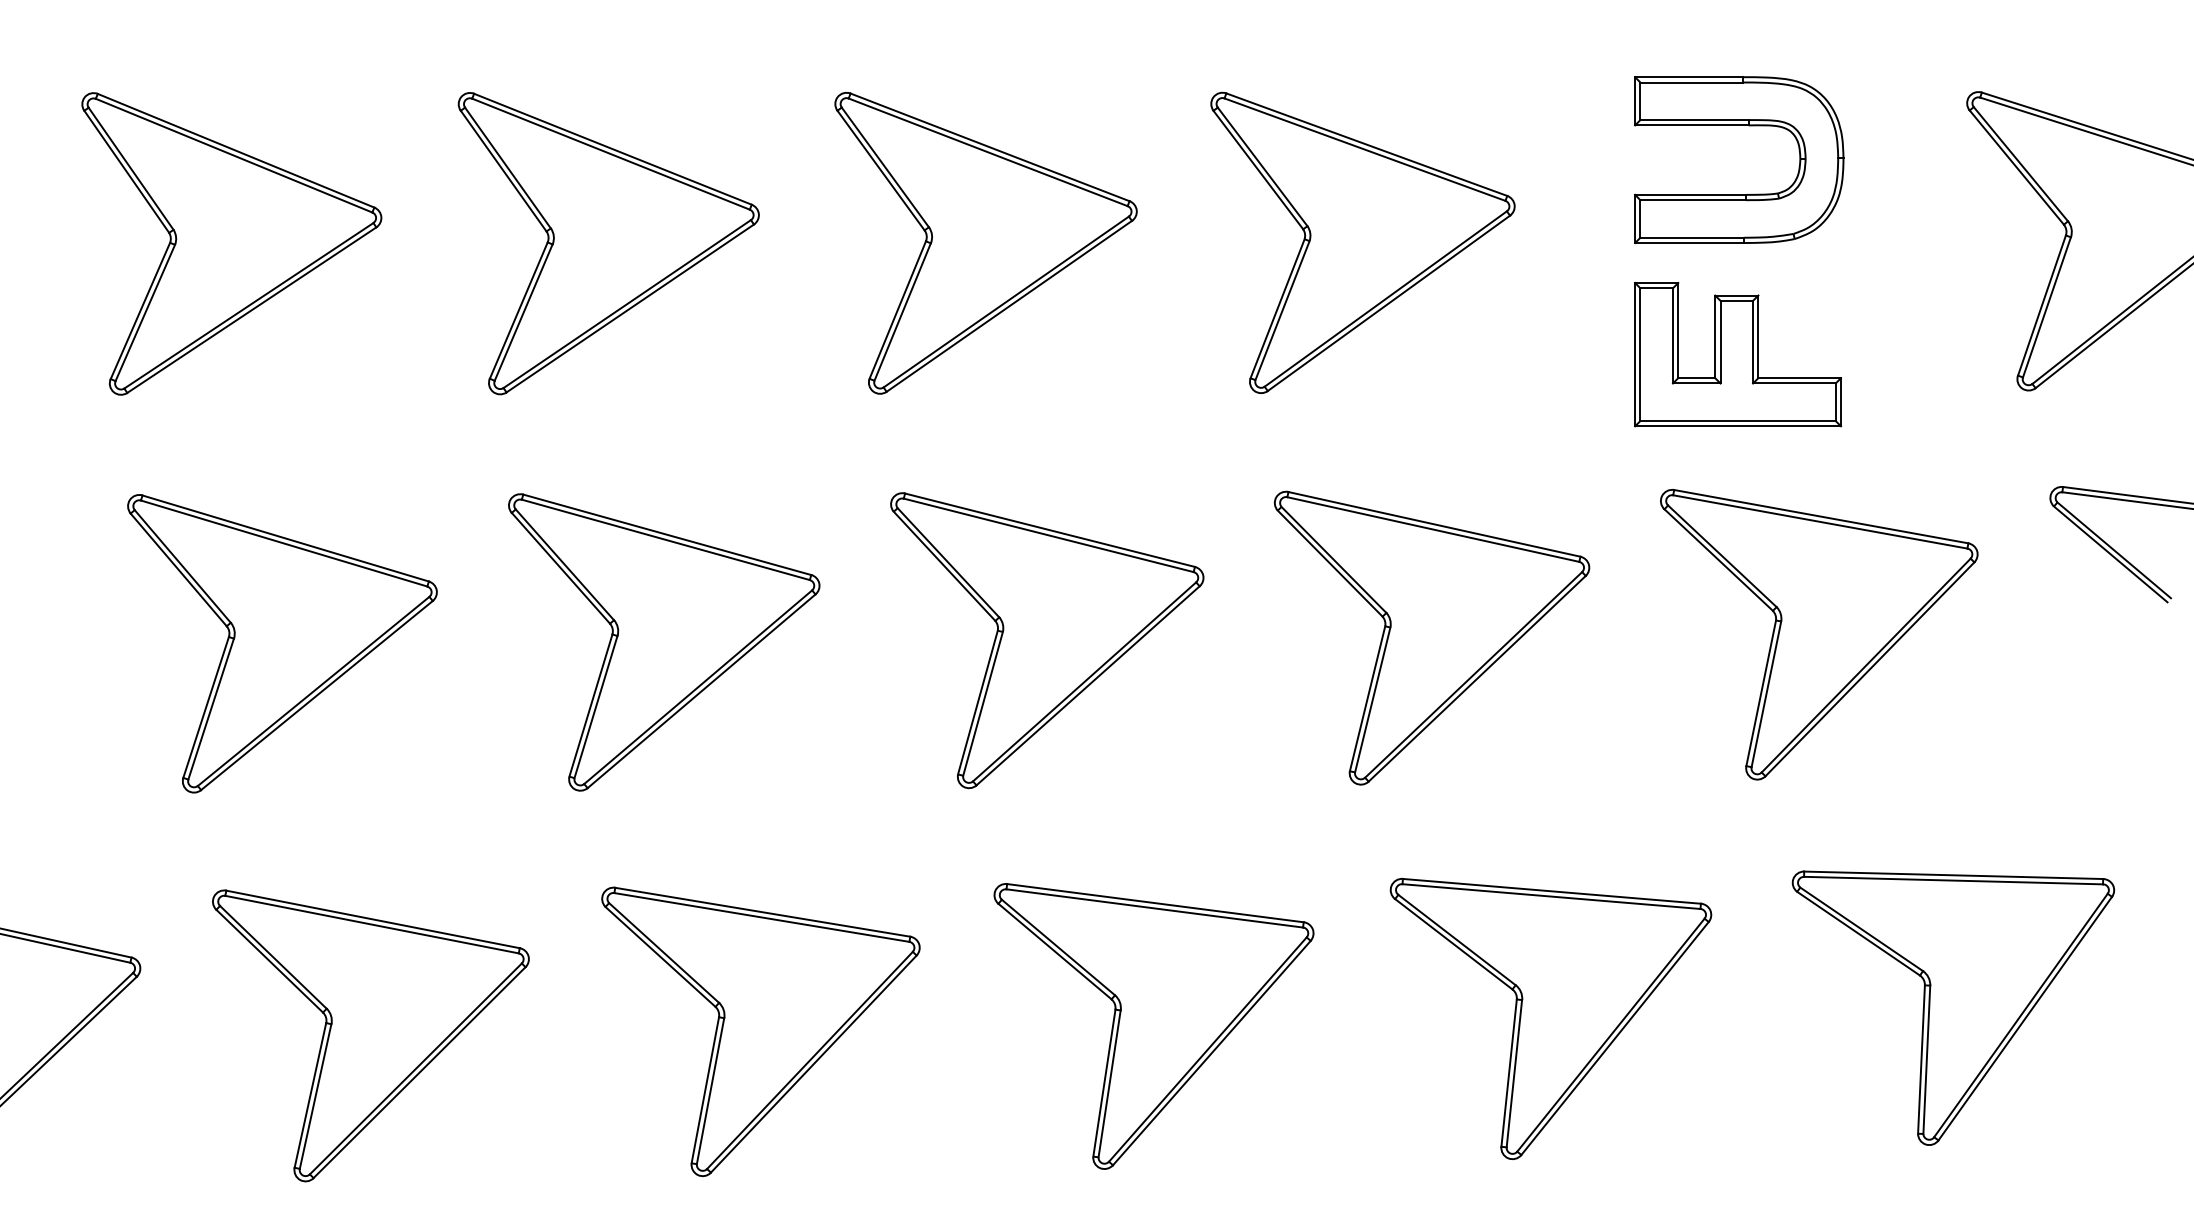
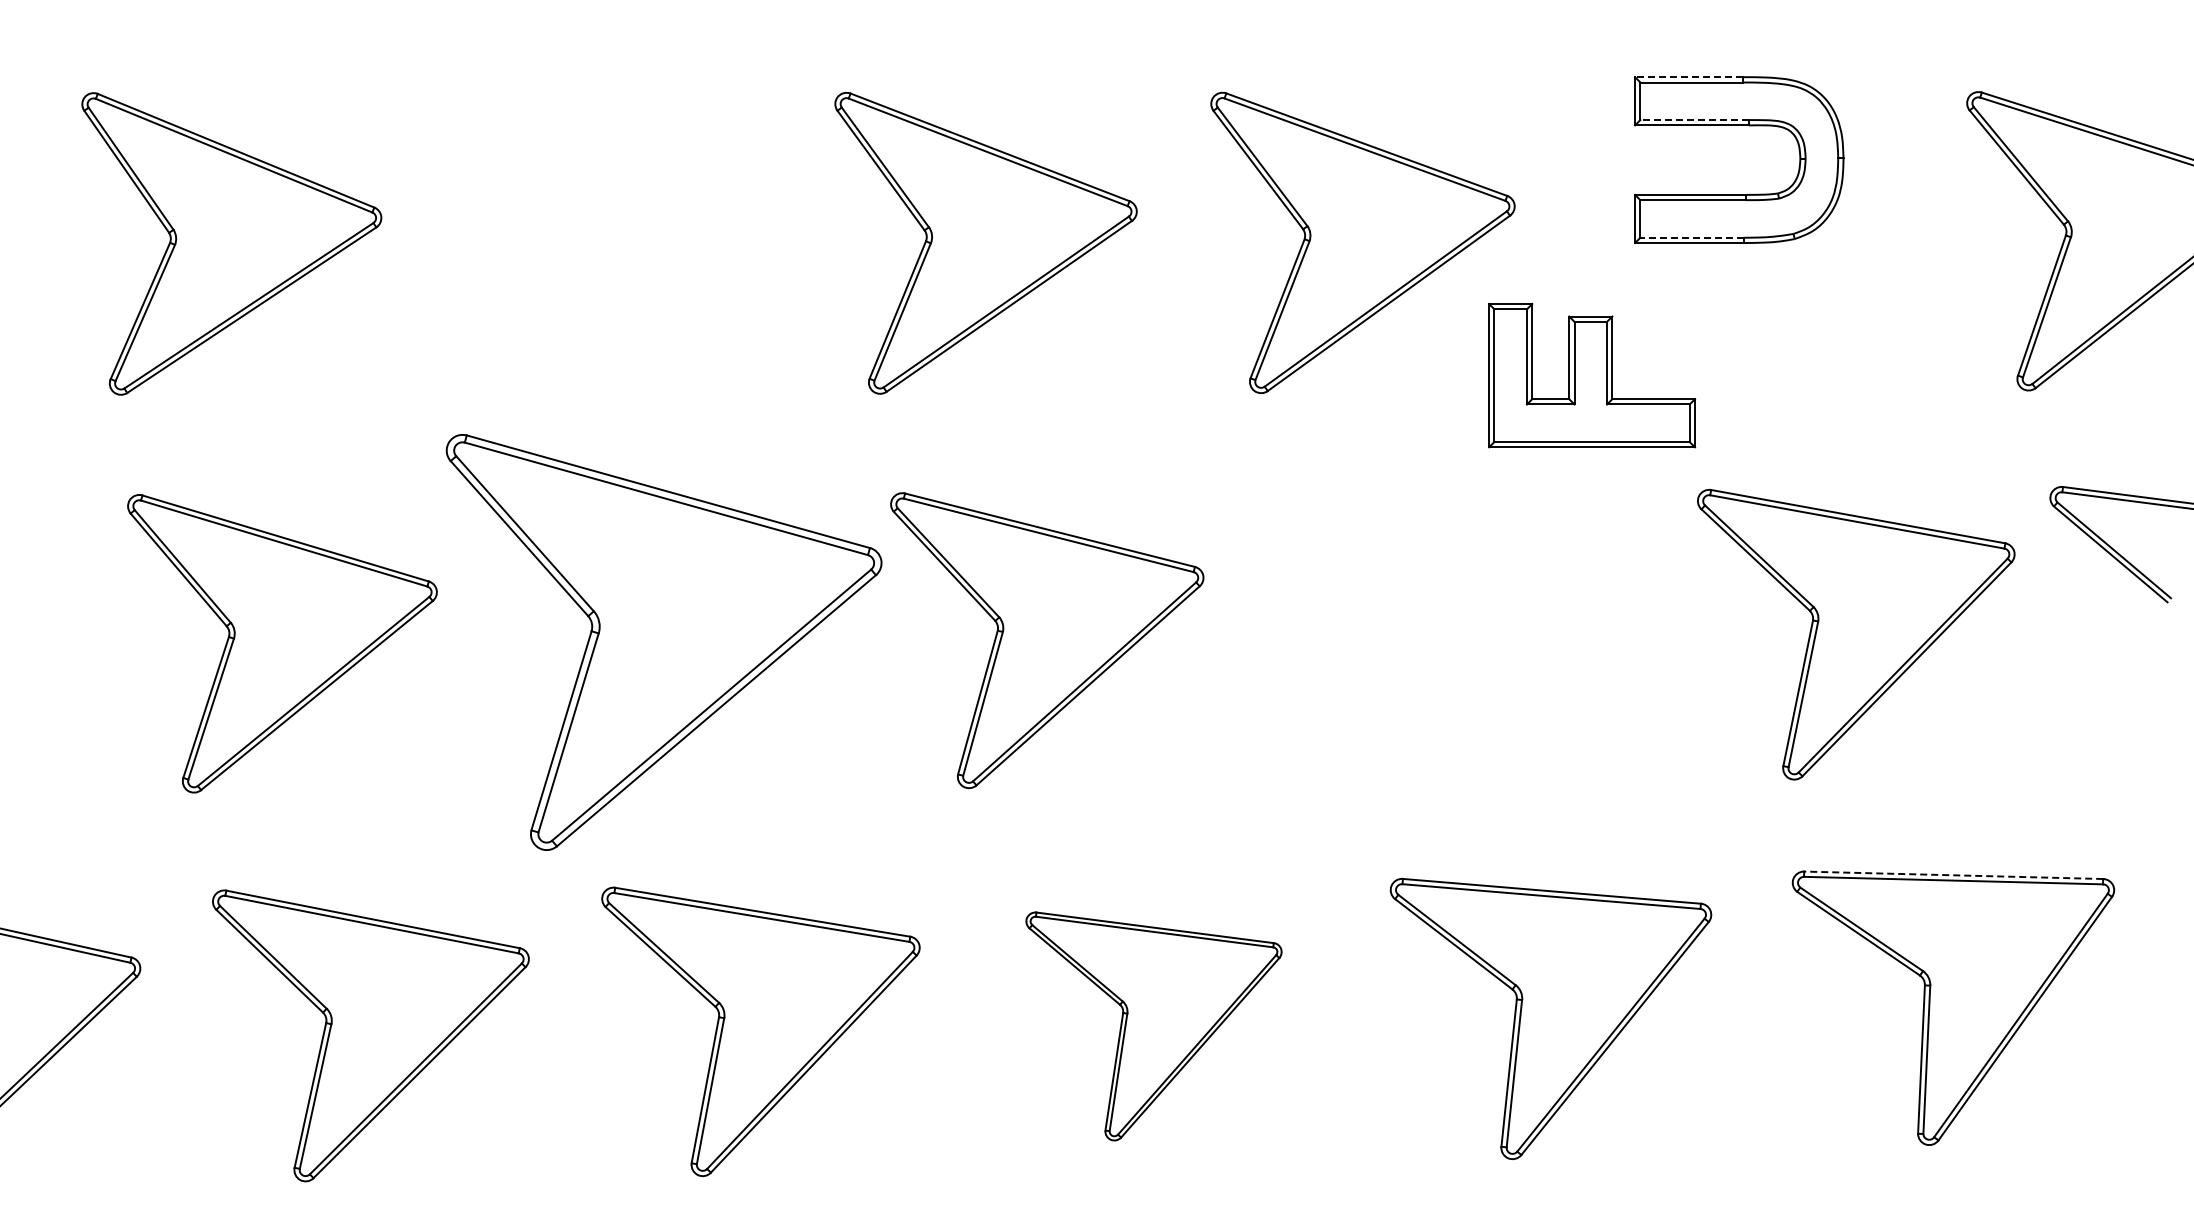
line at (1688, 77): solid -> dashed
line at (1694, 120): solid -> dashed
line at (1692, 237): solid -> dashed
part at (608, 243): present -> none
part at (1738, 354) position: (1738, 354) -> (1592, 375)
part at (1819, 634) position: (1819, 634) -> (1856, 634)
part at (1431, 637): present -> none
part at (664, 642) size: 313x299 px -> 438x417 px
line at (1953, 875): solid -> dashed
part at (1153, 1026) size: 322x287 px -> 258x231 px
